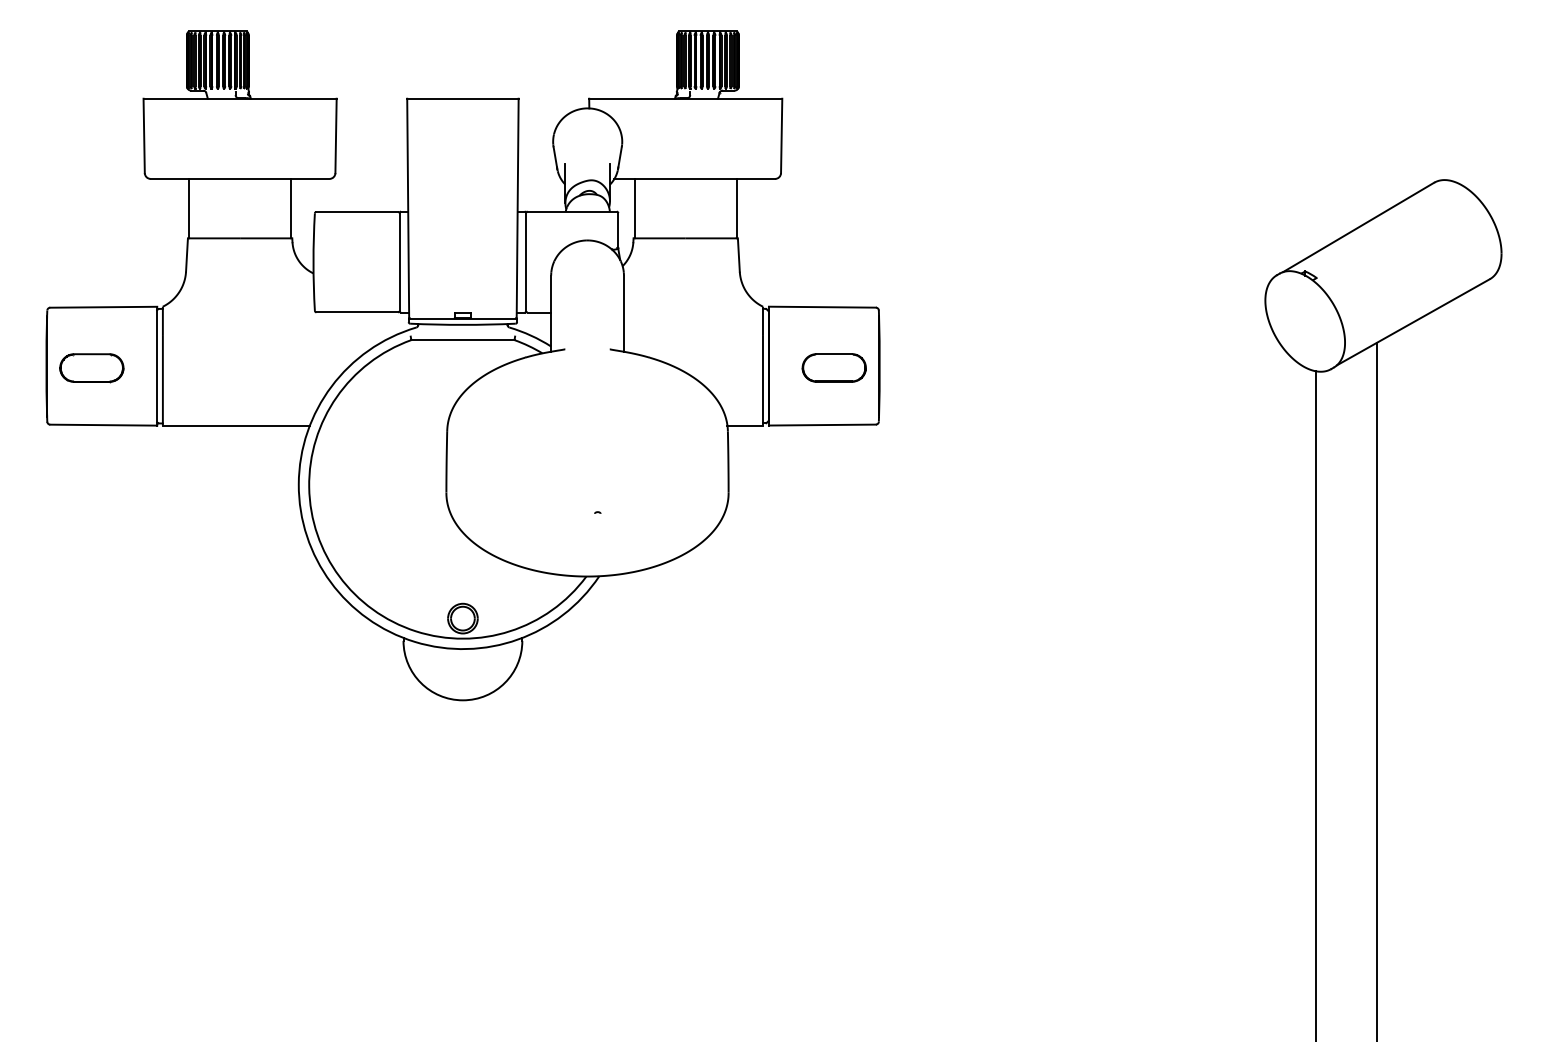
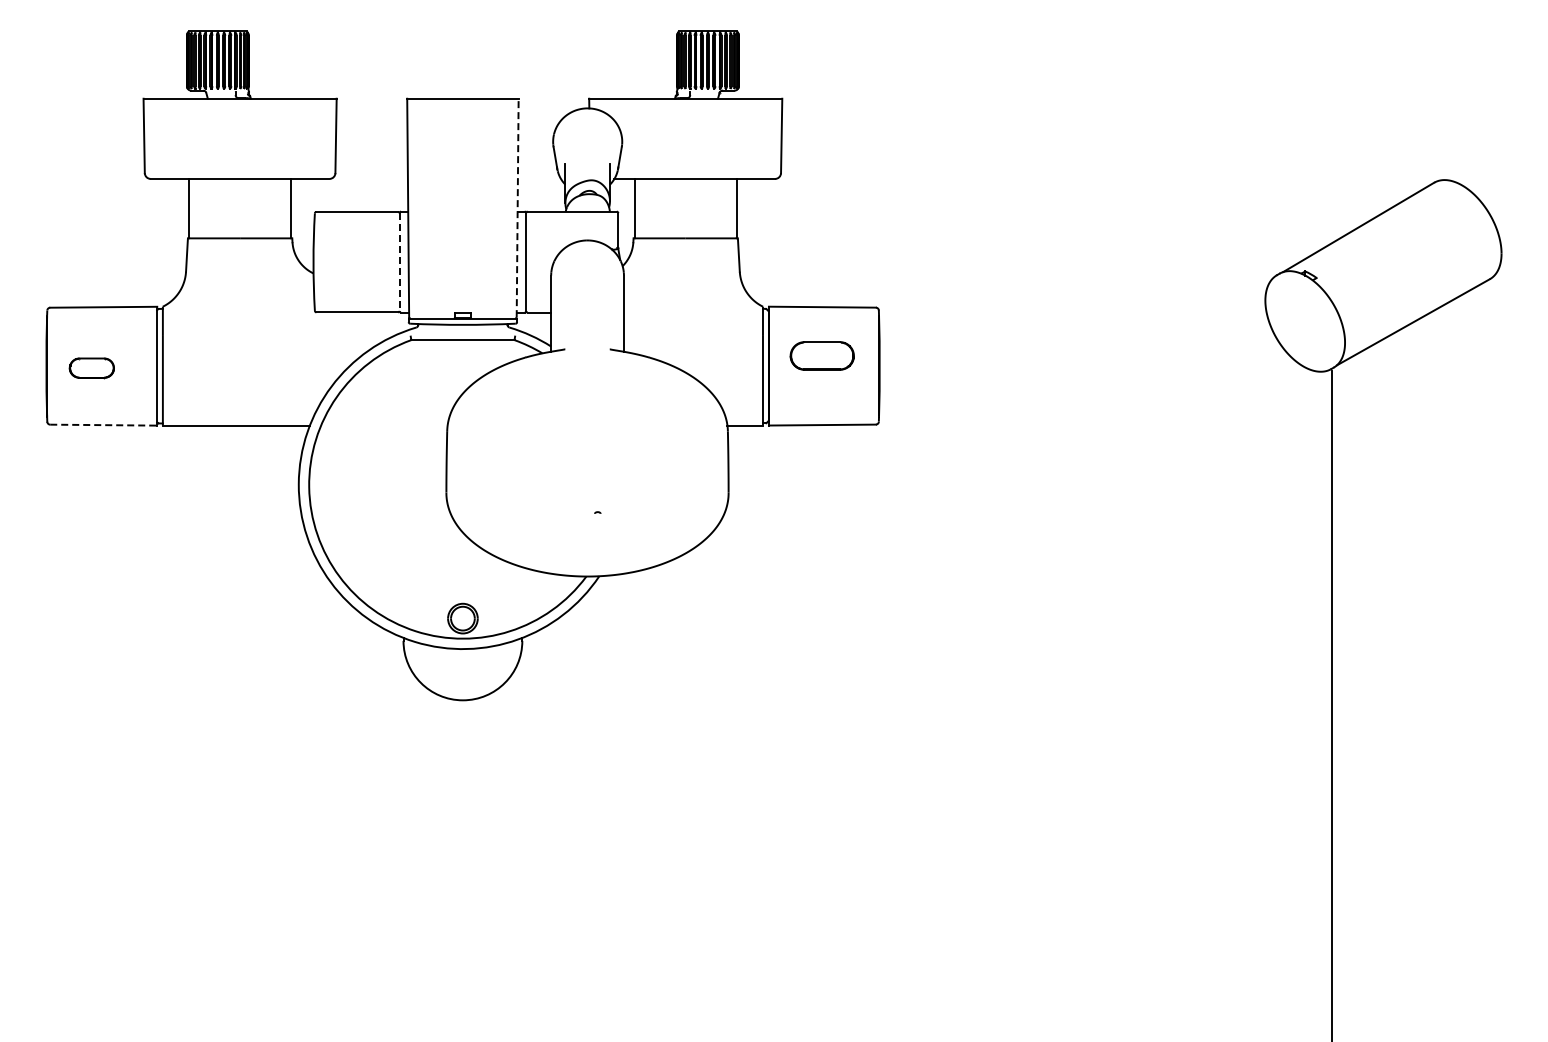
line at (517, 207): solid -> dashed
line at (399, 262): solid -> dashed
part at (833, 367) position: (833, 367) -> (821, 355)
part at (91, 368) size: 66x31 px -> 47x23 px
line at (103, 425): solid -> dashed
line at (1377, 690): present -> none
line at (1316, 704) position: (1316, 704) -> (1332, 704)
